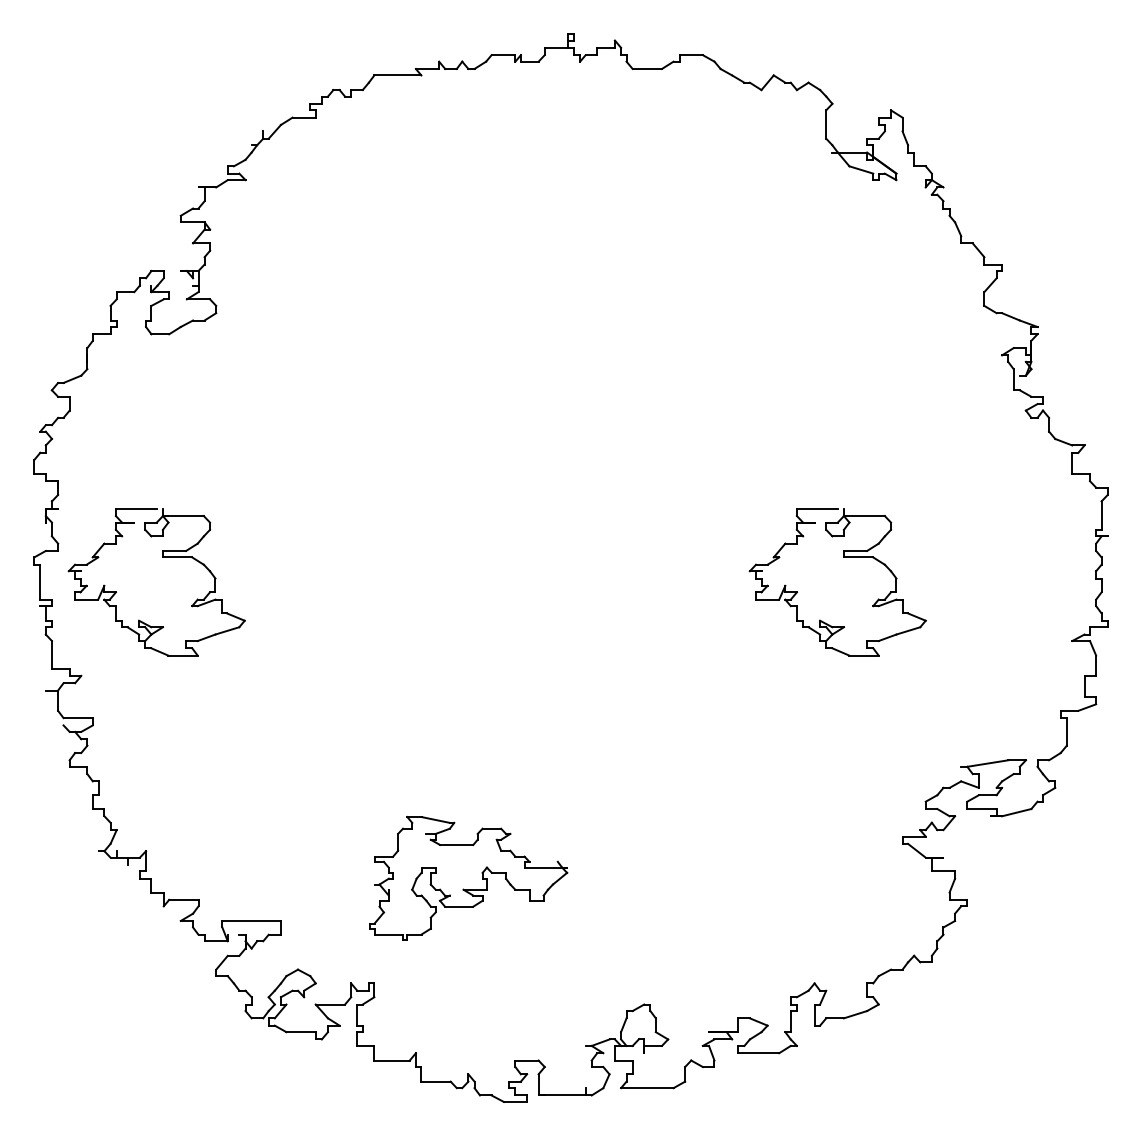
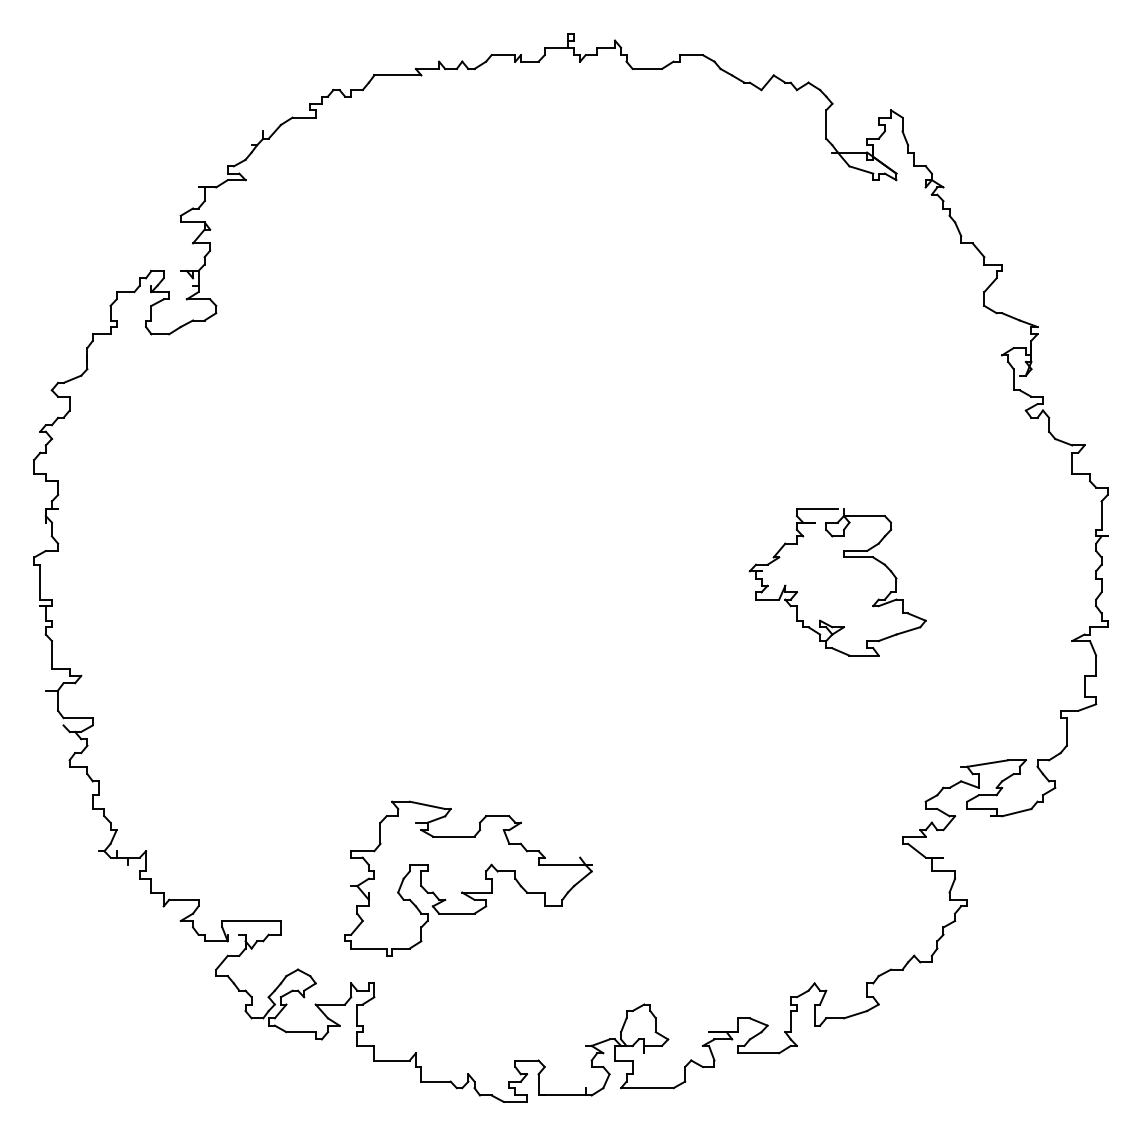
part at (162, 557): present -> none
part at (468, 878) size: 200x125 px -> 249x157 px
